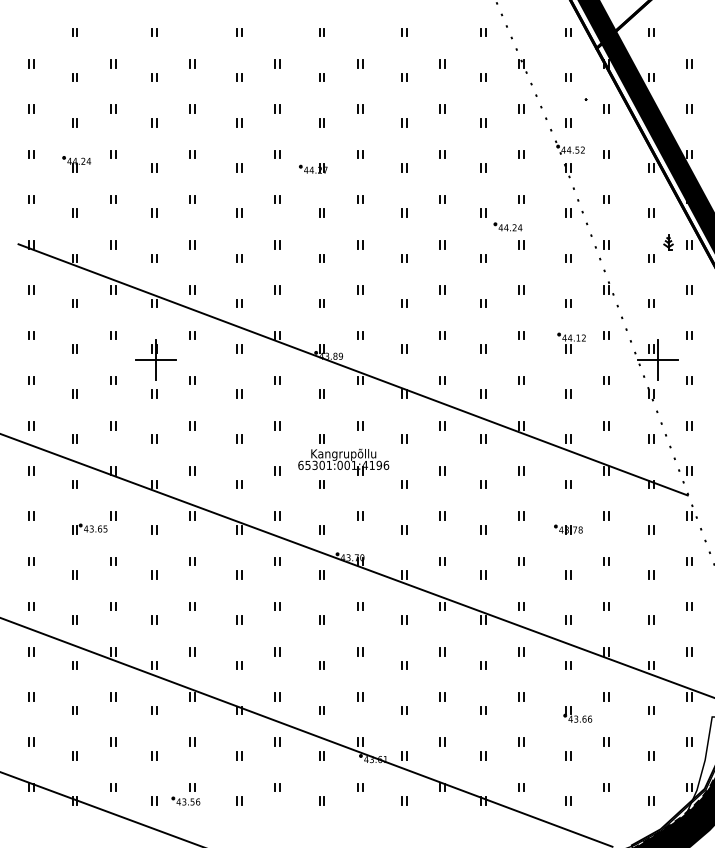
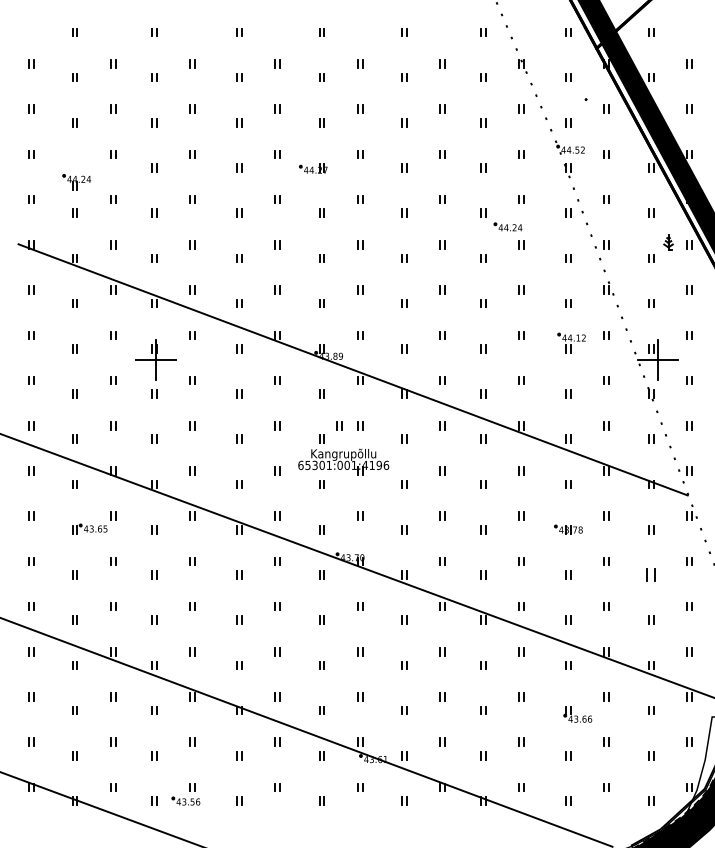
part at (76, 164) position: (76, 164) -> (76, 182)
part at (339, 425): none -> present
part at (651, 574) size: 7x10 px -> 10x14 px
